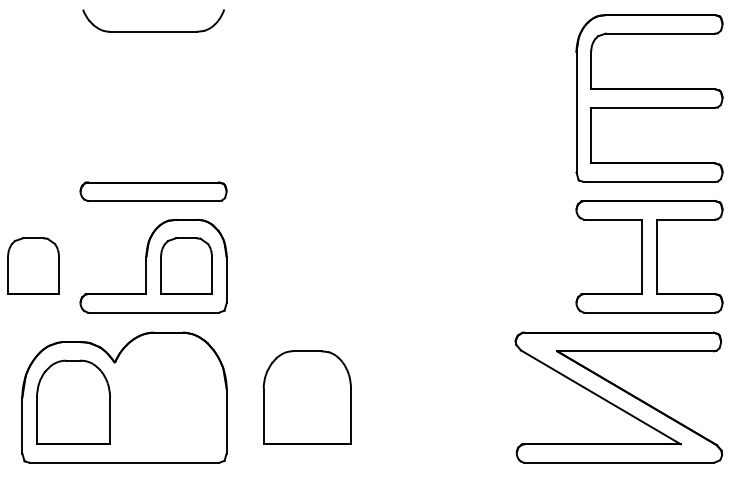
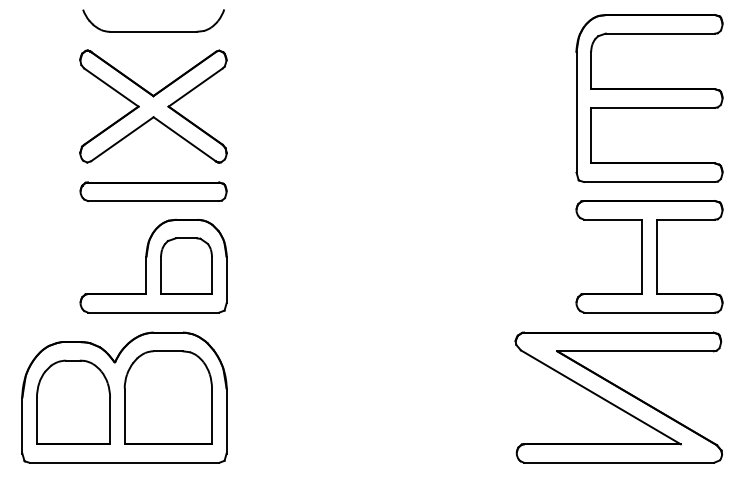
part at (153, 106): none -> present
part at (33, 265): present -> none
part at (306, 397) position: (306, 397) -> (167, 397)
